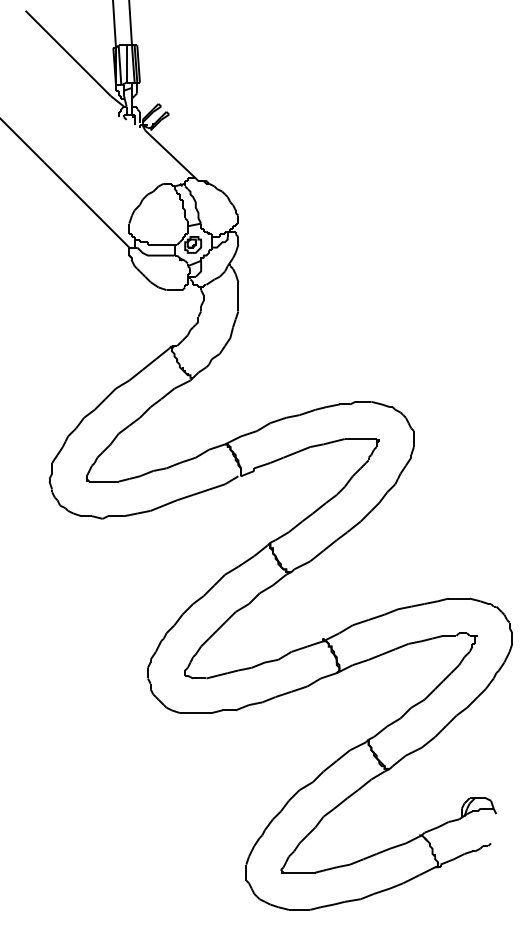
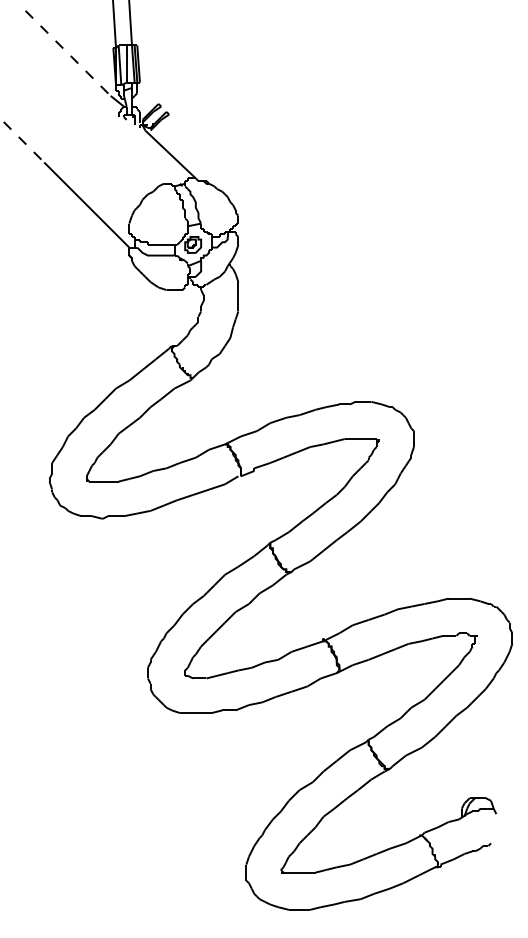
line at (68, 53): solid -> dashed
line at (22, 140): solid -> dashed
